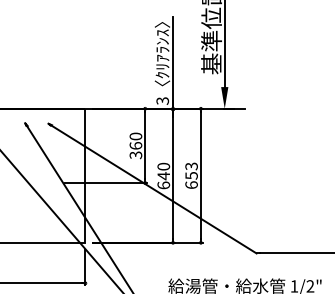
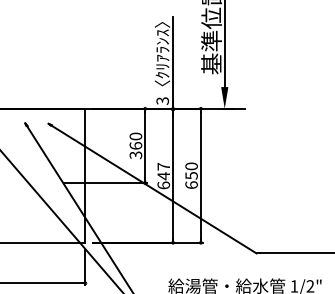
text at (163, 166): 640 -> 647
text at (191, 166): 653 -> 650
